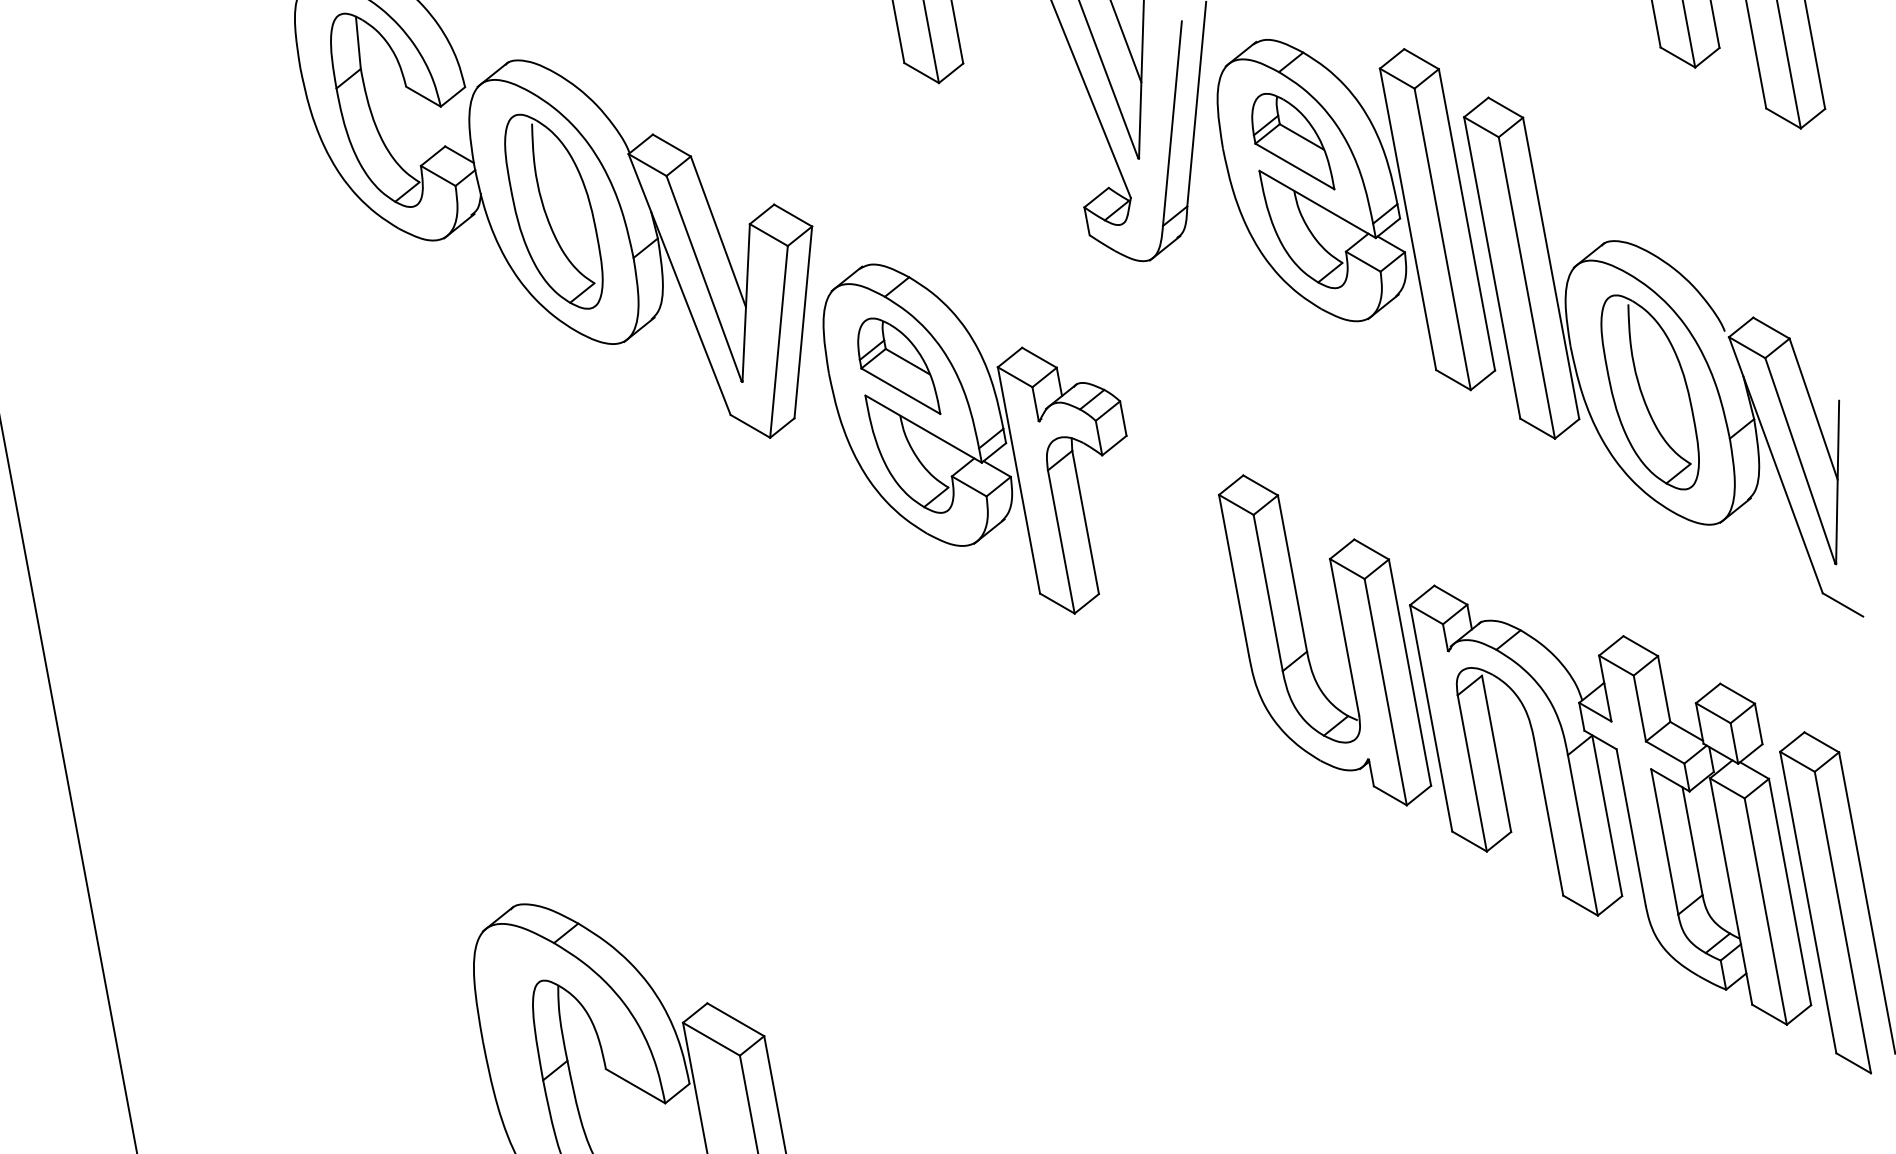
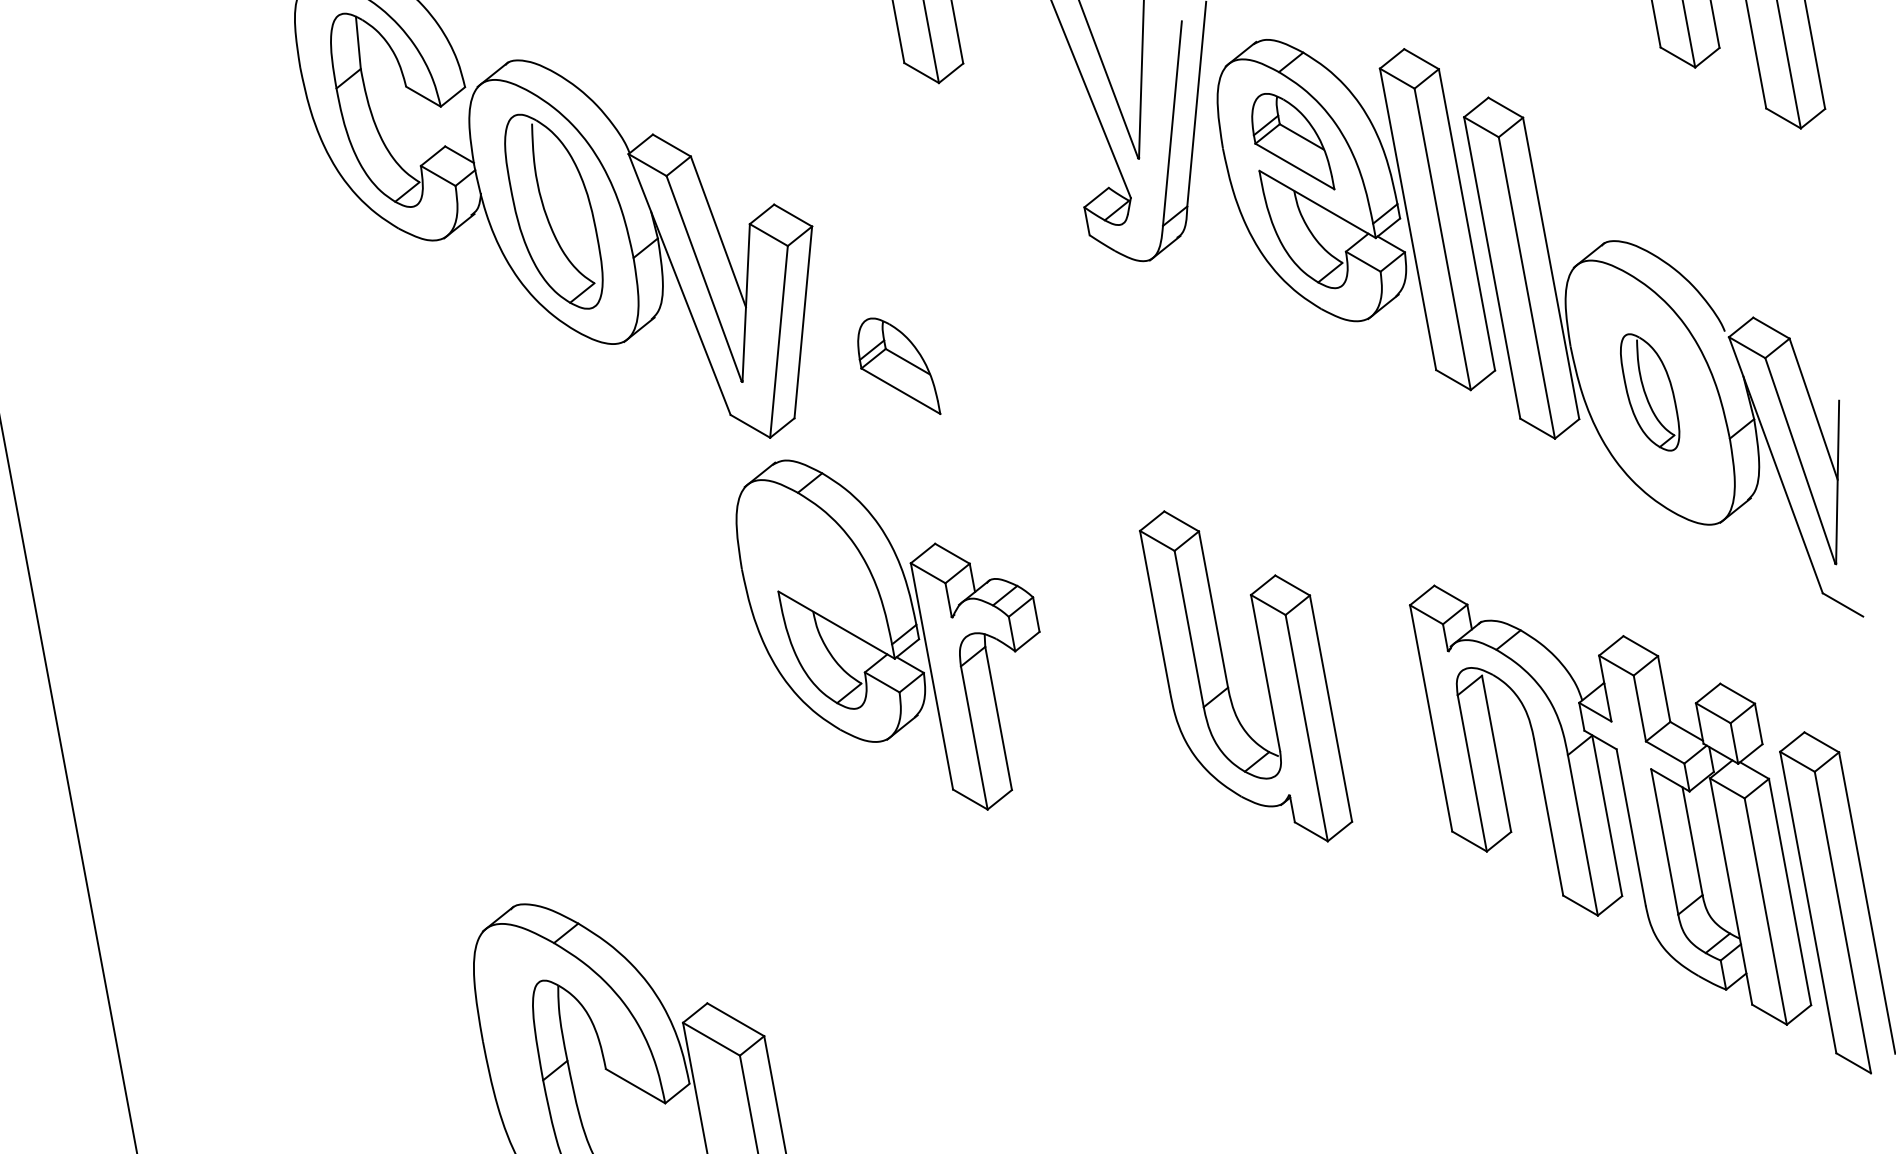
line at (1126, 42): present -> none
part at (1649, 392) size: 100x197 px -> 61x119 px
part at (974, 438) position: (974, 438) -> (887, 634)
part at (1343, 637) position: (1343, 637) -> (1264, 673)
